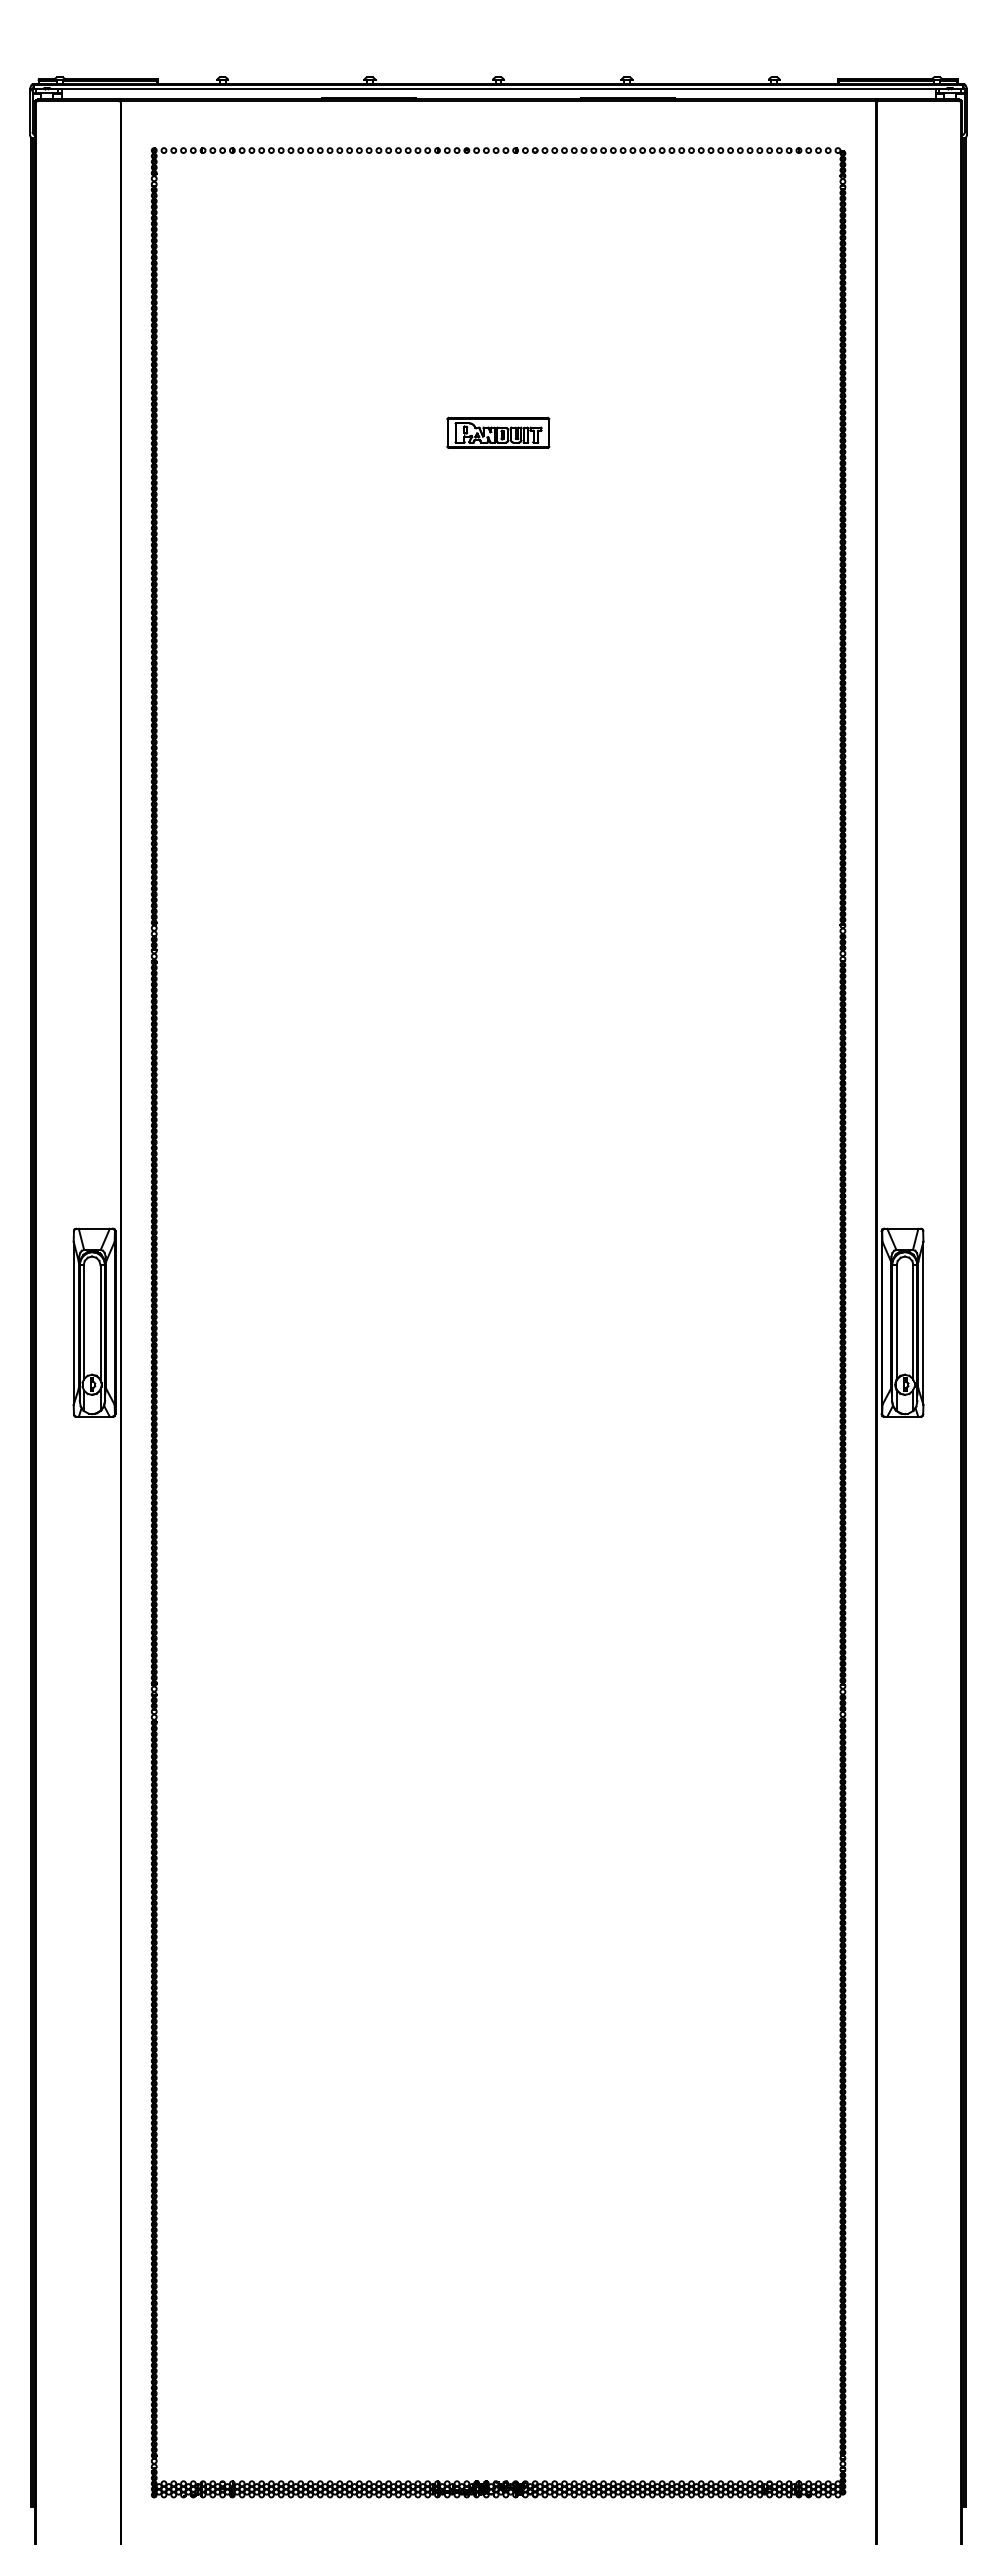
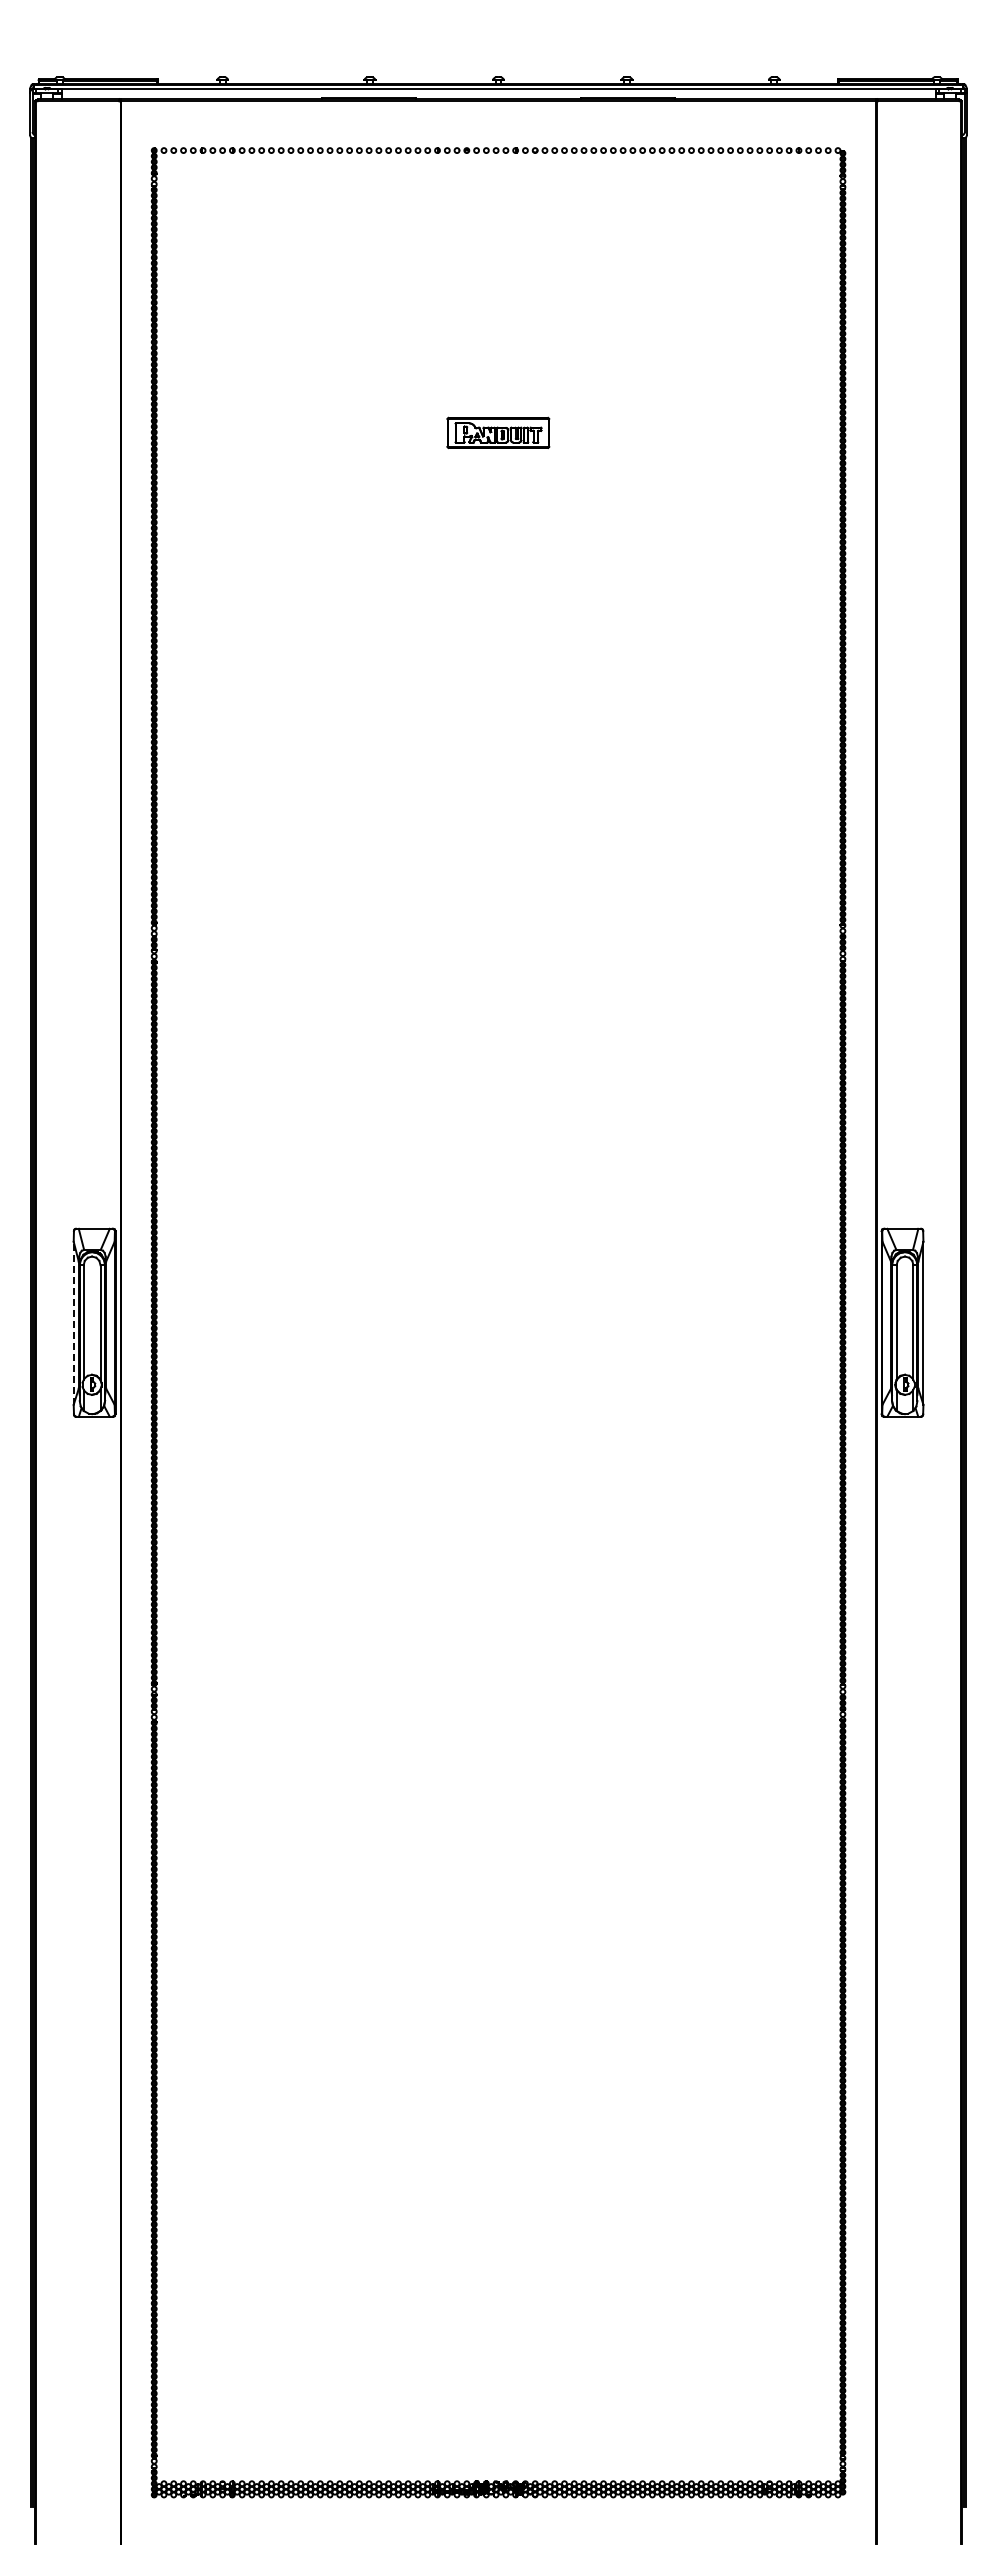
line at (73, 1323): solid -> dashed
